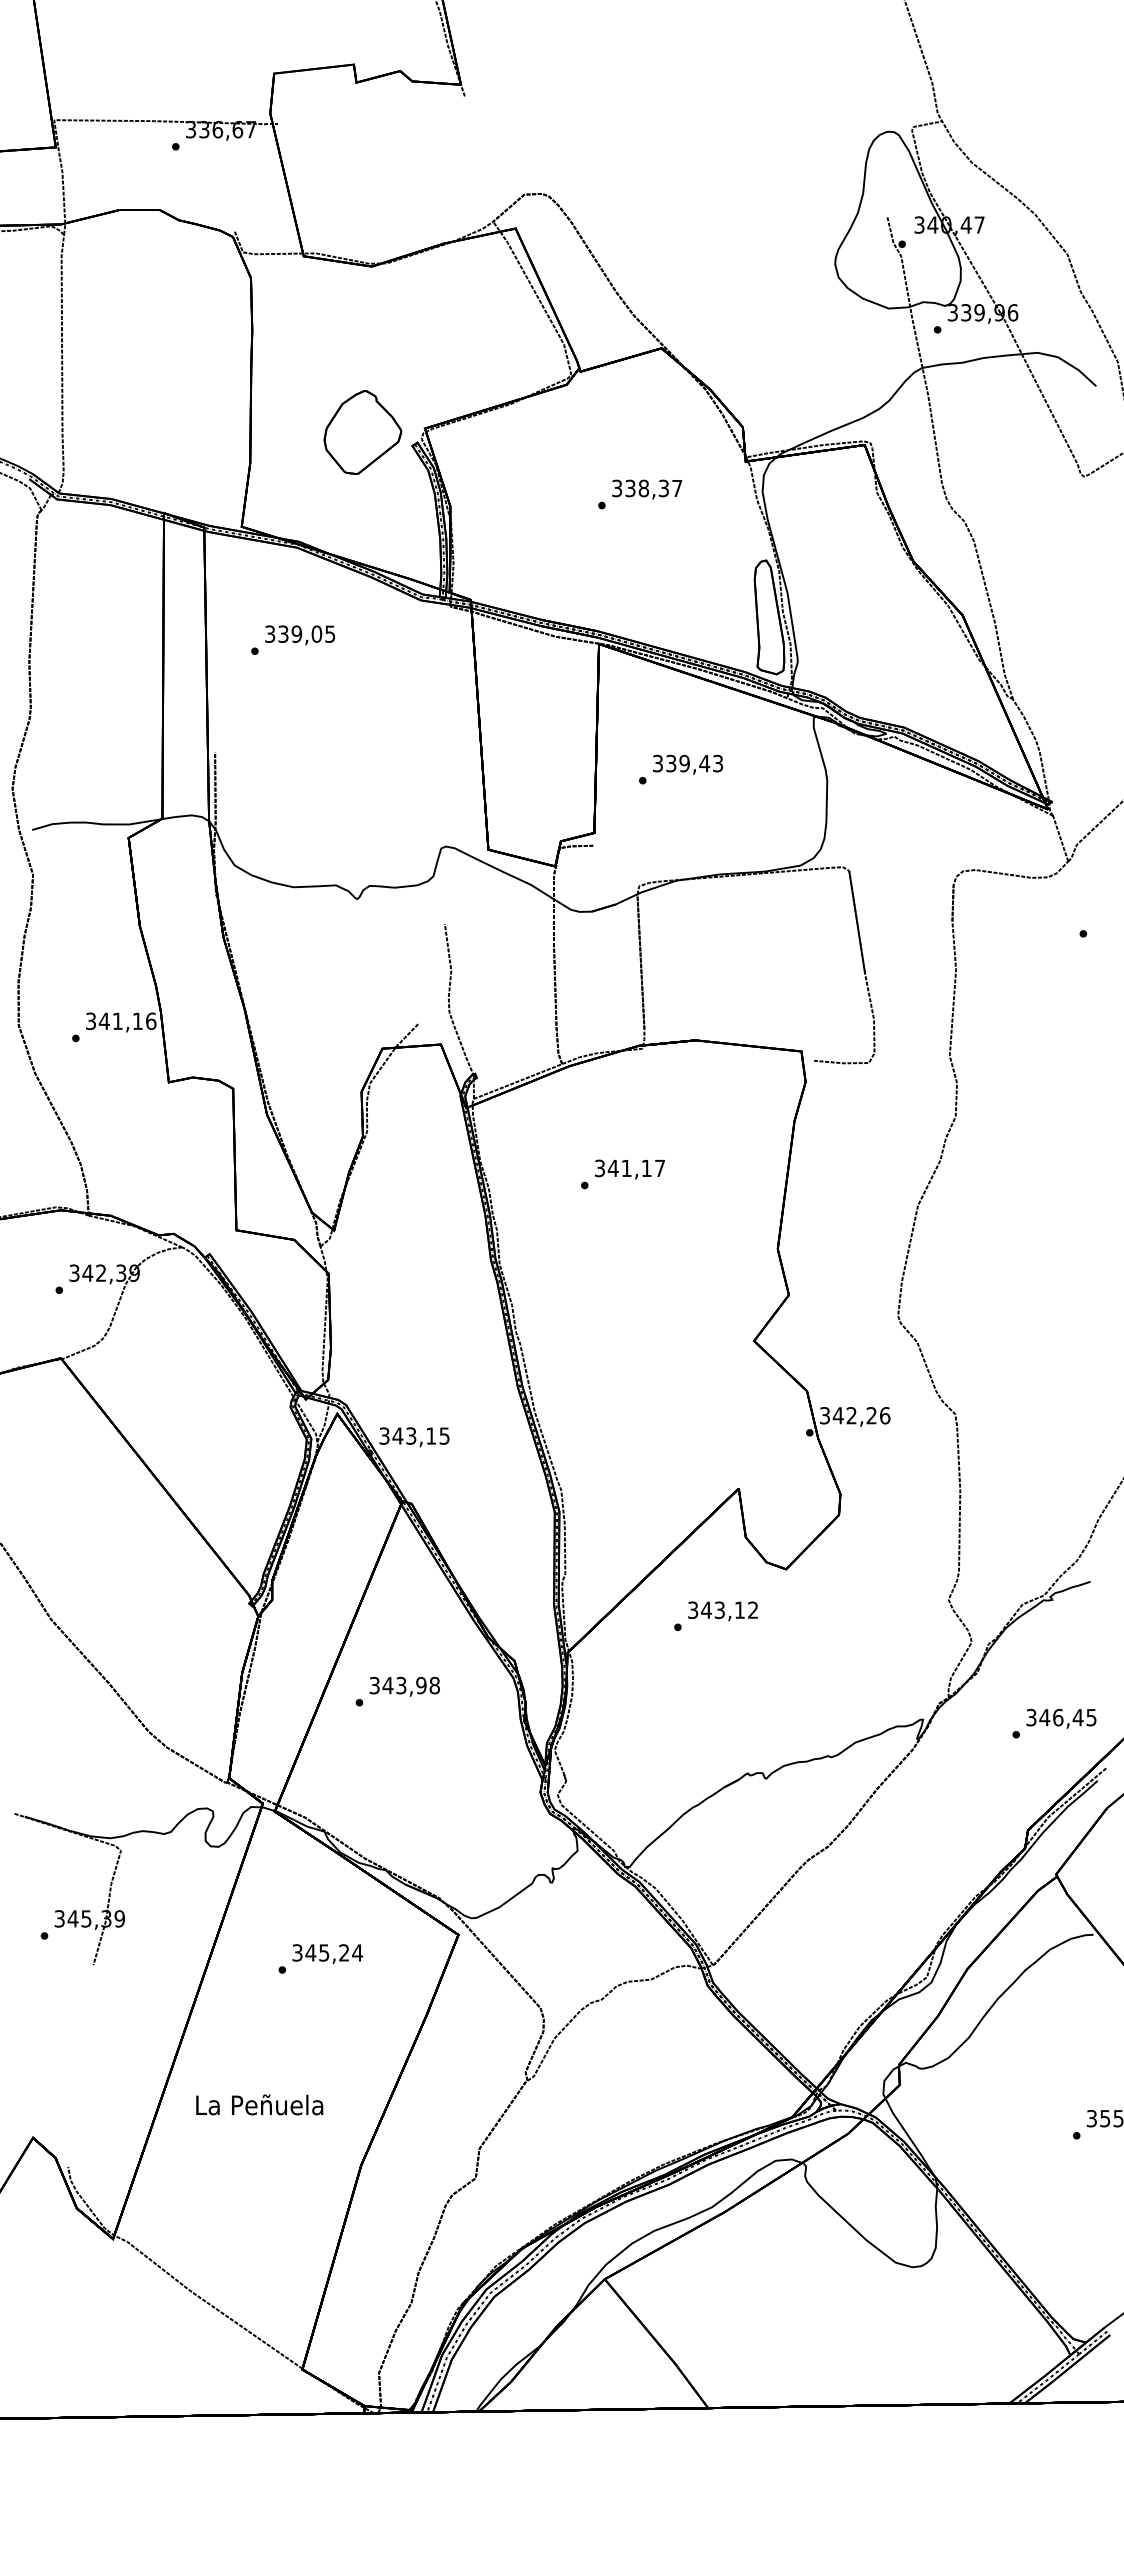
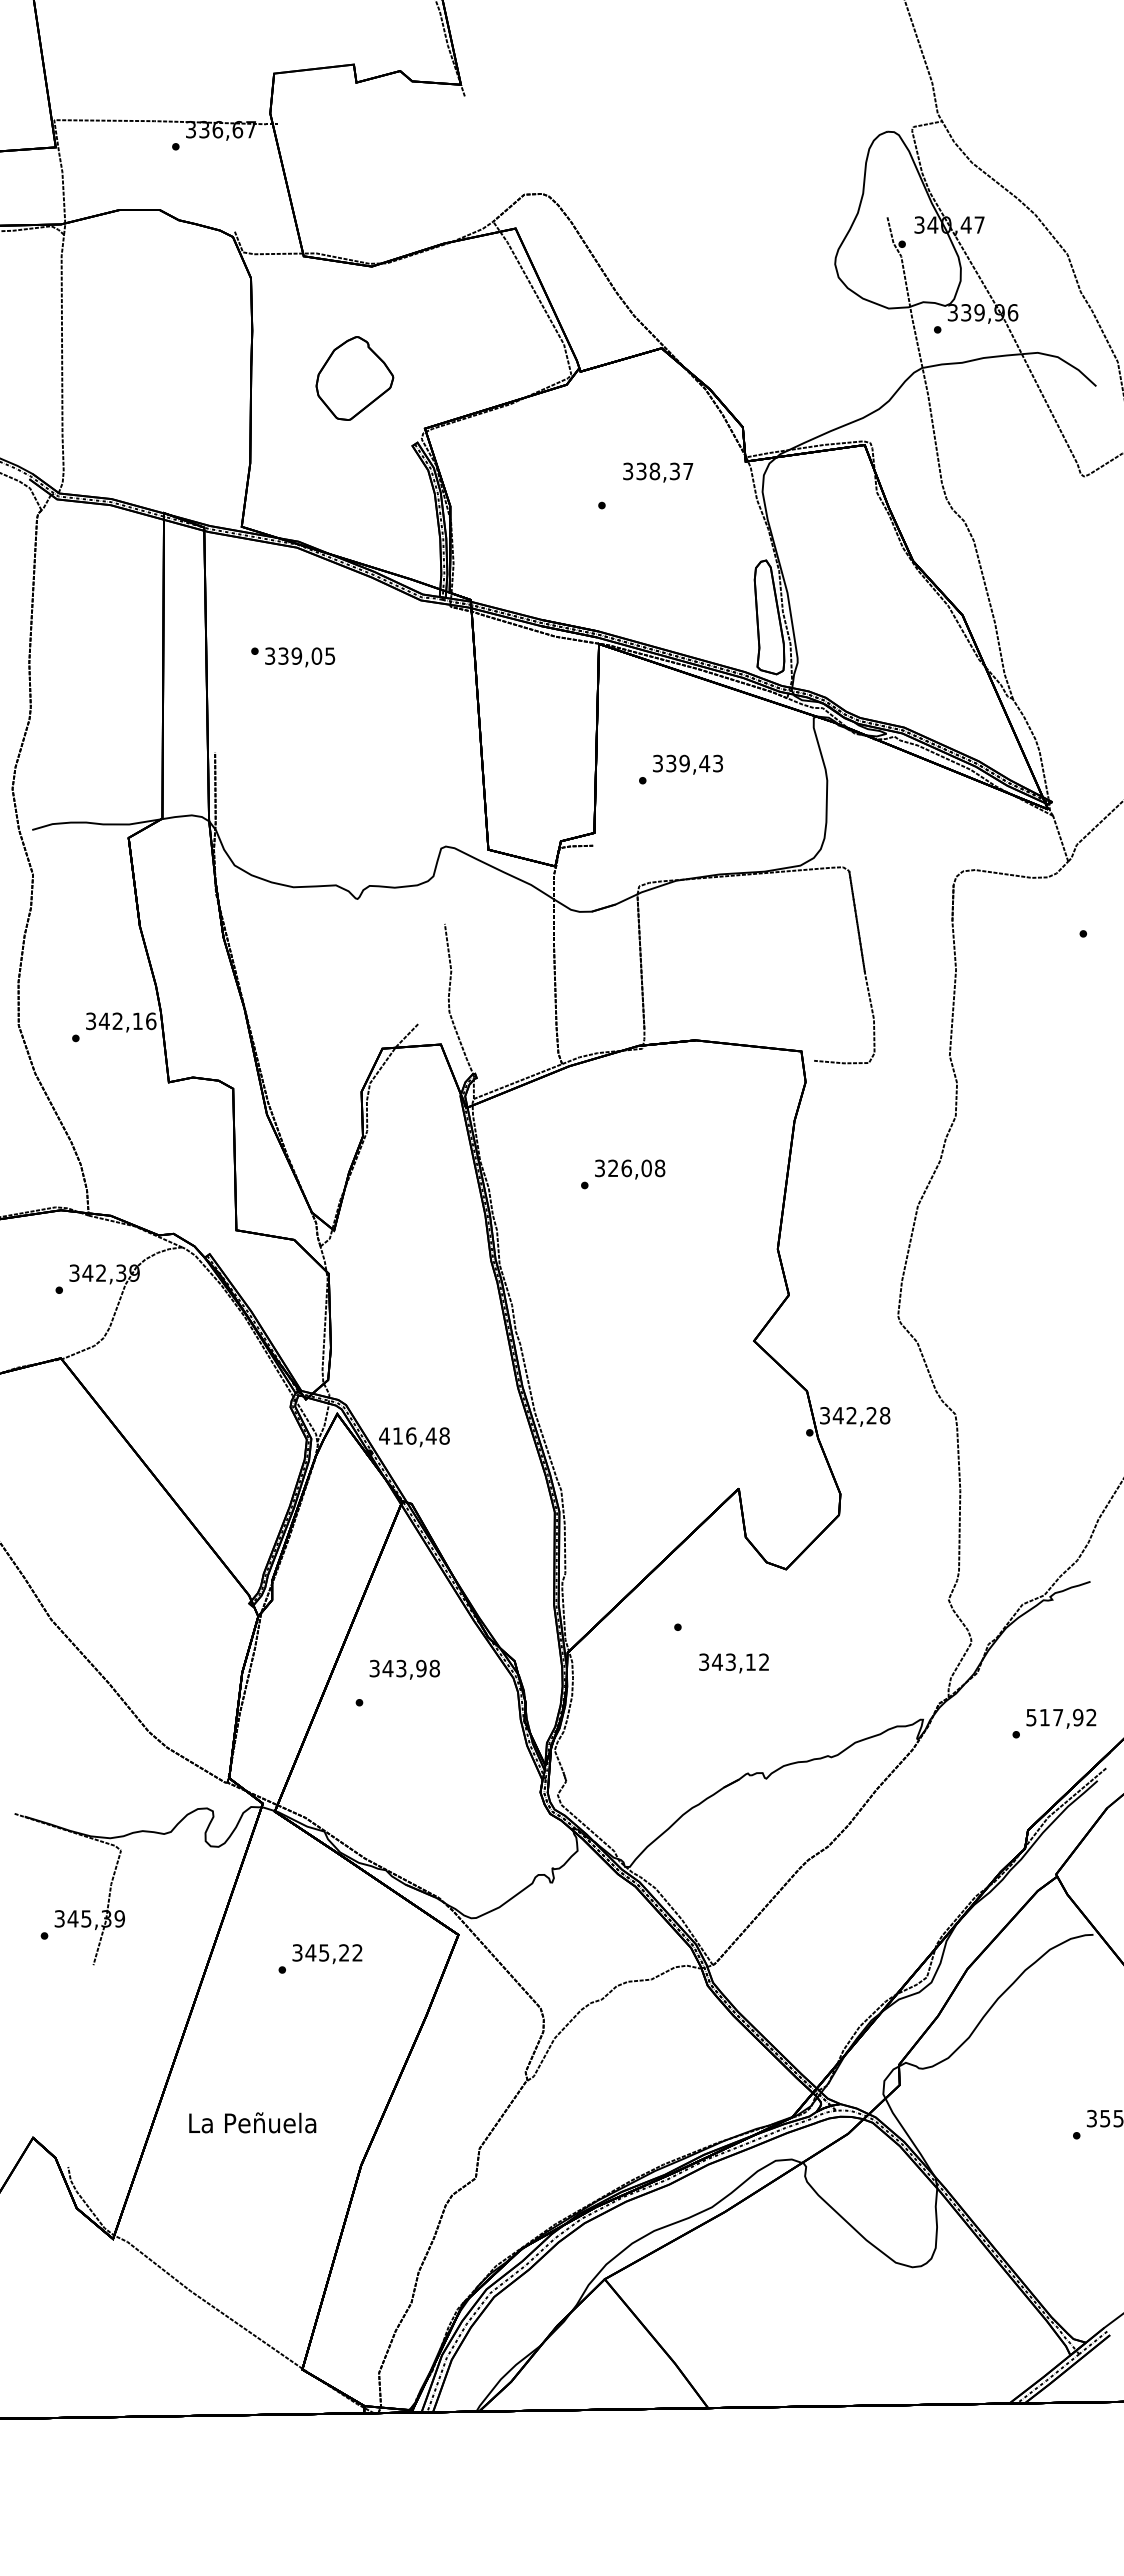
part at (362, 432) position: (362, 432) -> (354, 378)
text at (647, 489) position: (647, 489) -> (658, 472)
text at (300, 635) position: (300, 635) -> (300, 657)
text at (117, 1020): 341,16 -> 342,16
text at (636, 1168): 341,17 -> 326,08
text at (885, 1415): 342,26 -> 342,28
text at (414, 1435): 343,15 -> 416,48
text at (722, 1611) position: (722, 1611) -> (733, 1663)
text at (404, 1686) position: (404, 1686) -> (404, 1669)
text at (1061, 1717): 346,45 -> 517,92
text at (357, 1952): 345,24 -> 345,22
text at (259, 2104) position: (259, 2104) -> (252, 2122)
